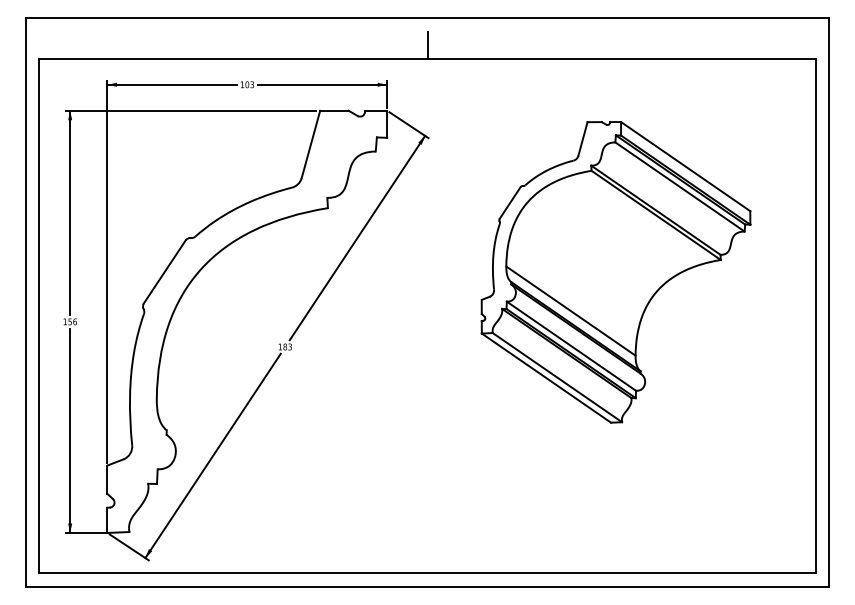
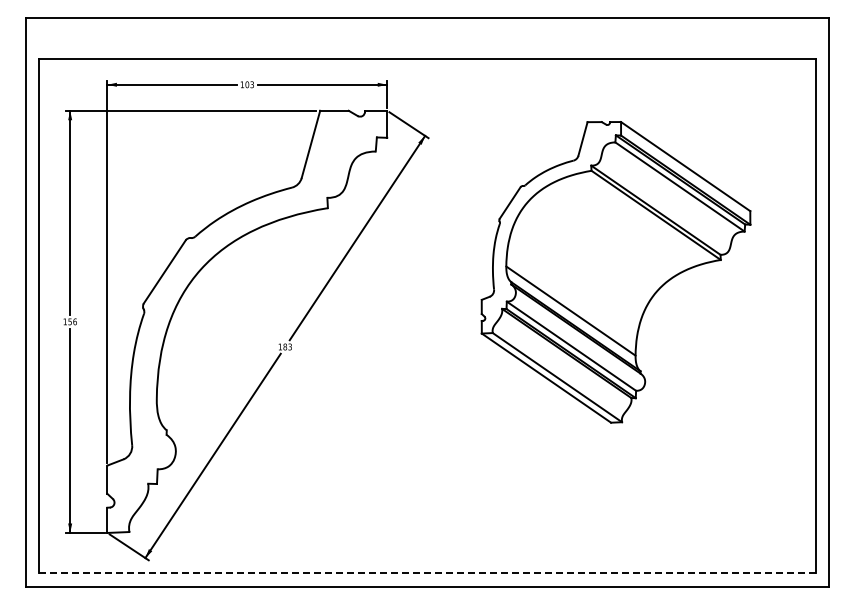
line at (427, 44): present -> none
line at (427, 573): solid -> dashed
